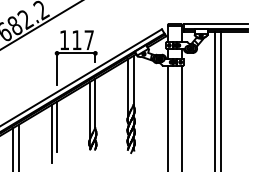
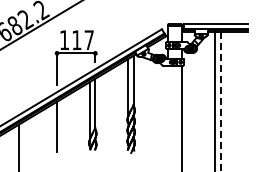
line at (221, 102): solid -> dashed
line at (168, 116): present -> none
line at (51, 133): present -> none
line at (13, 148): present -> none
